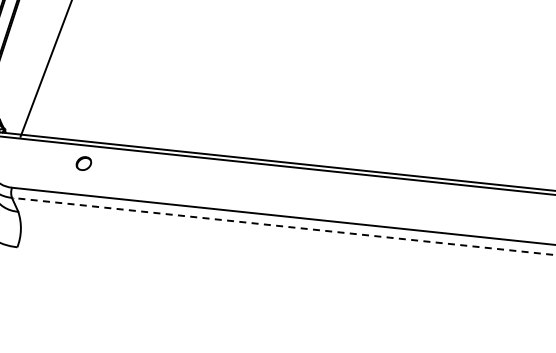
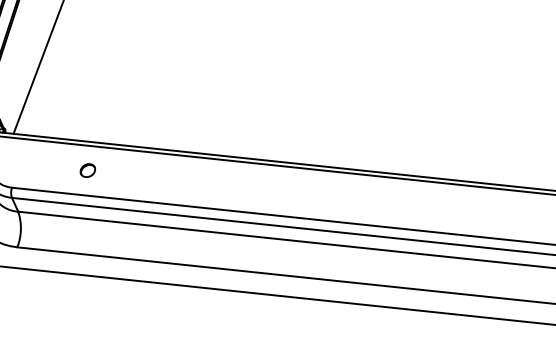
line at (45, 69) position: (45, 69) -> (38, 67)
part at (83, 163) position: (83, 163) -> (87, 170)
line at (283, 226): dashed -> solid
line at (285, 239): none -> present
line at (284, 275): none -> present
line at (277, 295): none -> present
